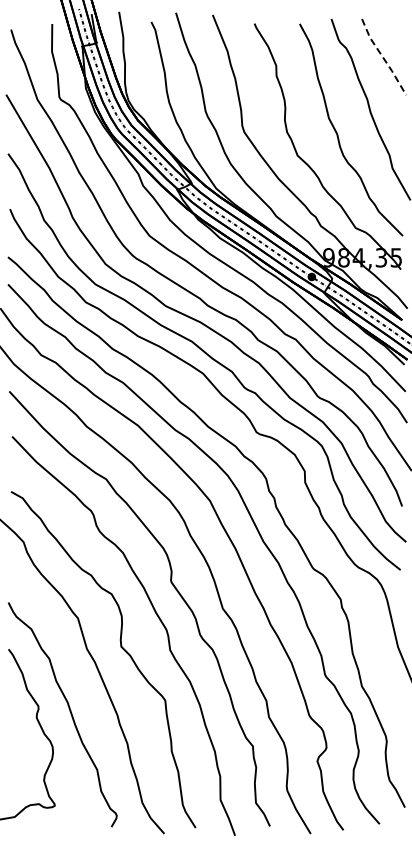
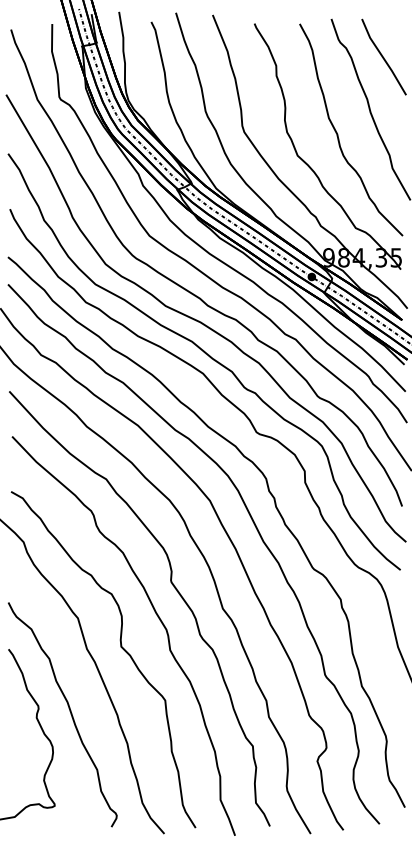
line at (383, 57): dashed -> solid
